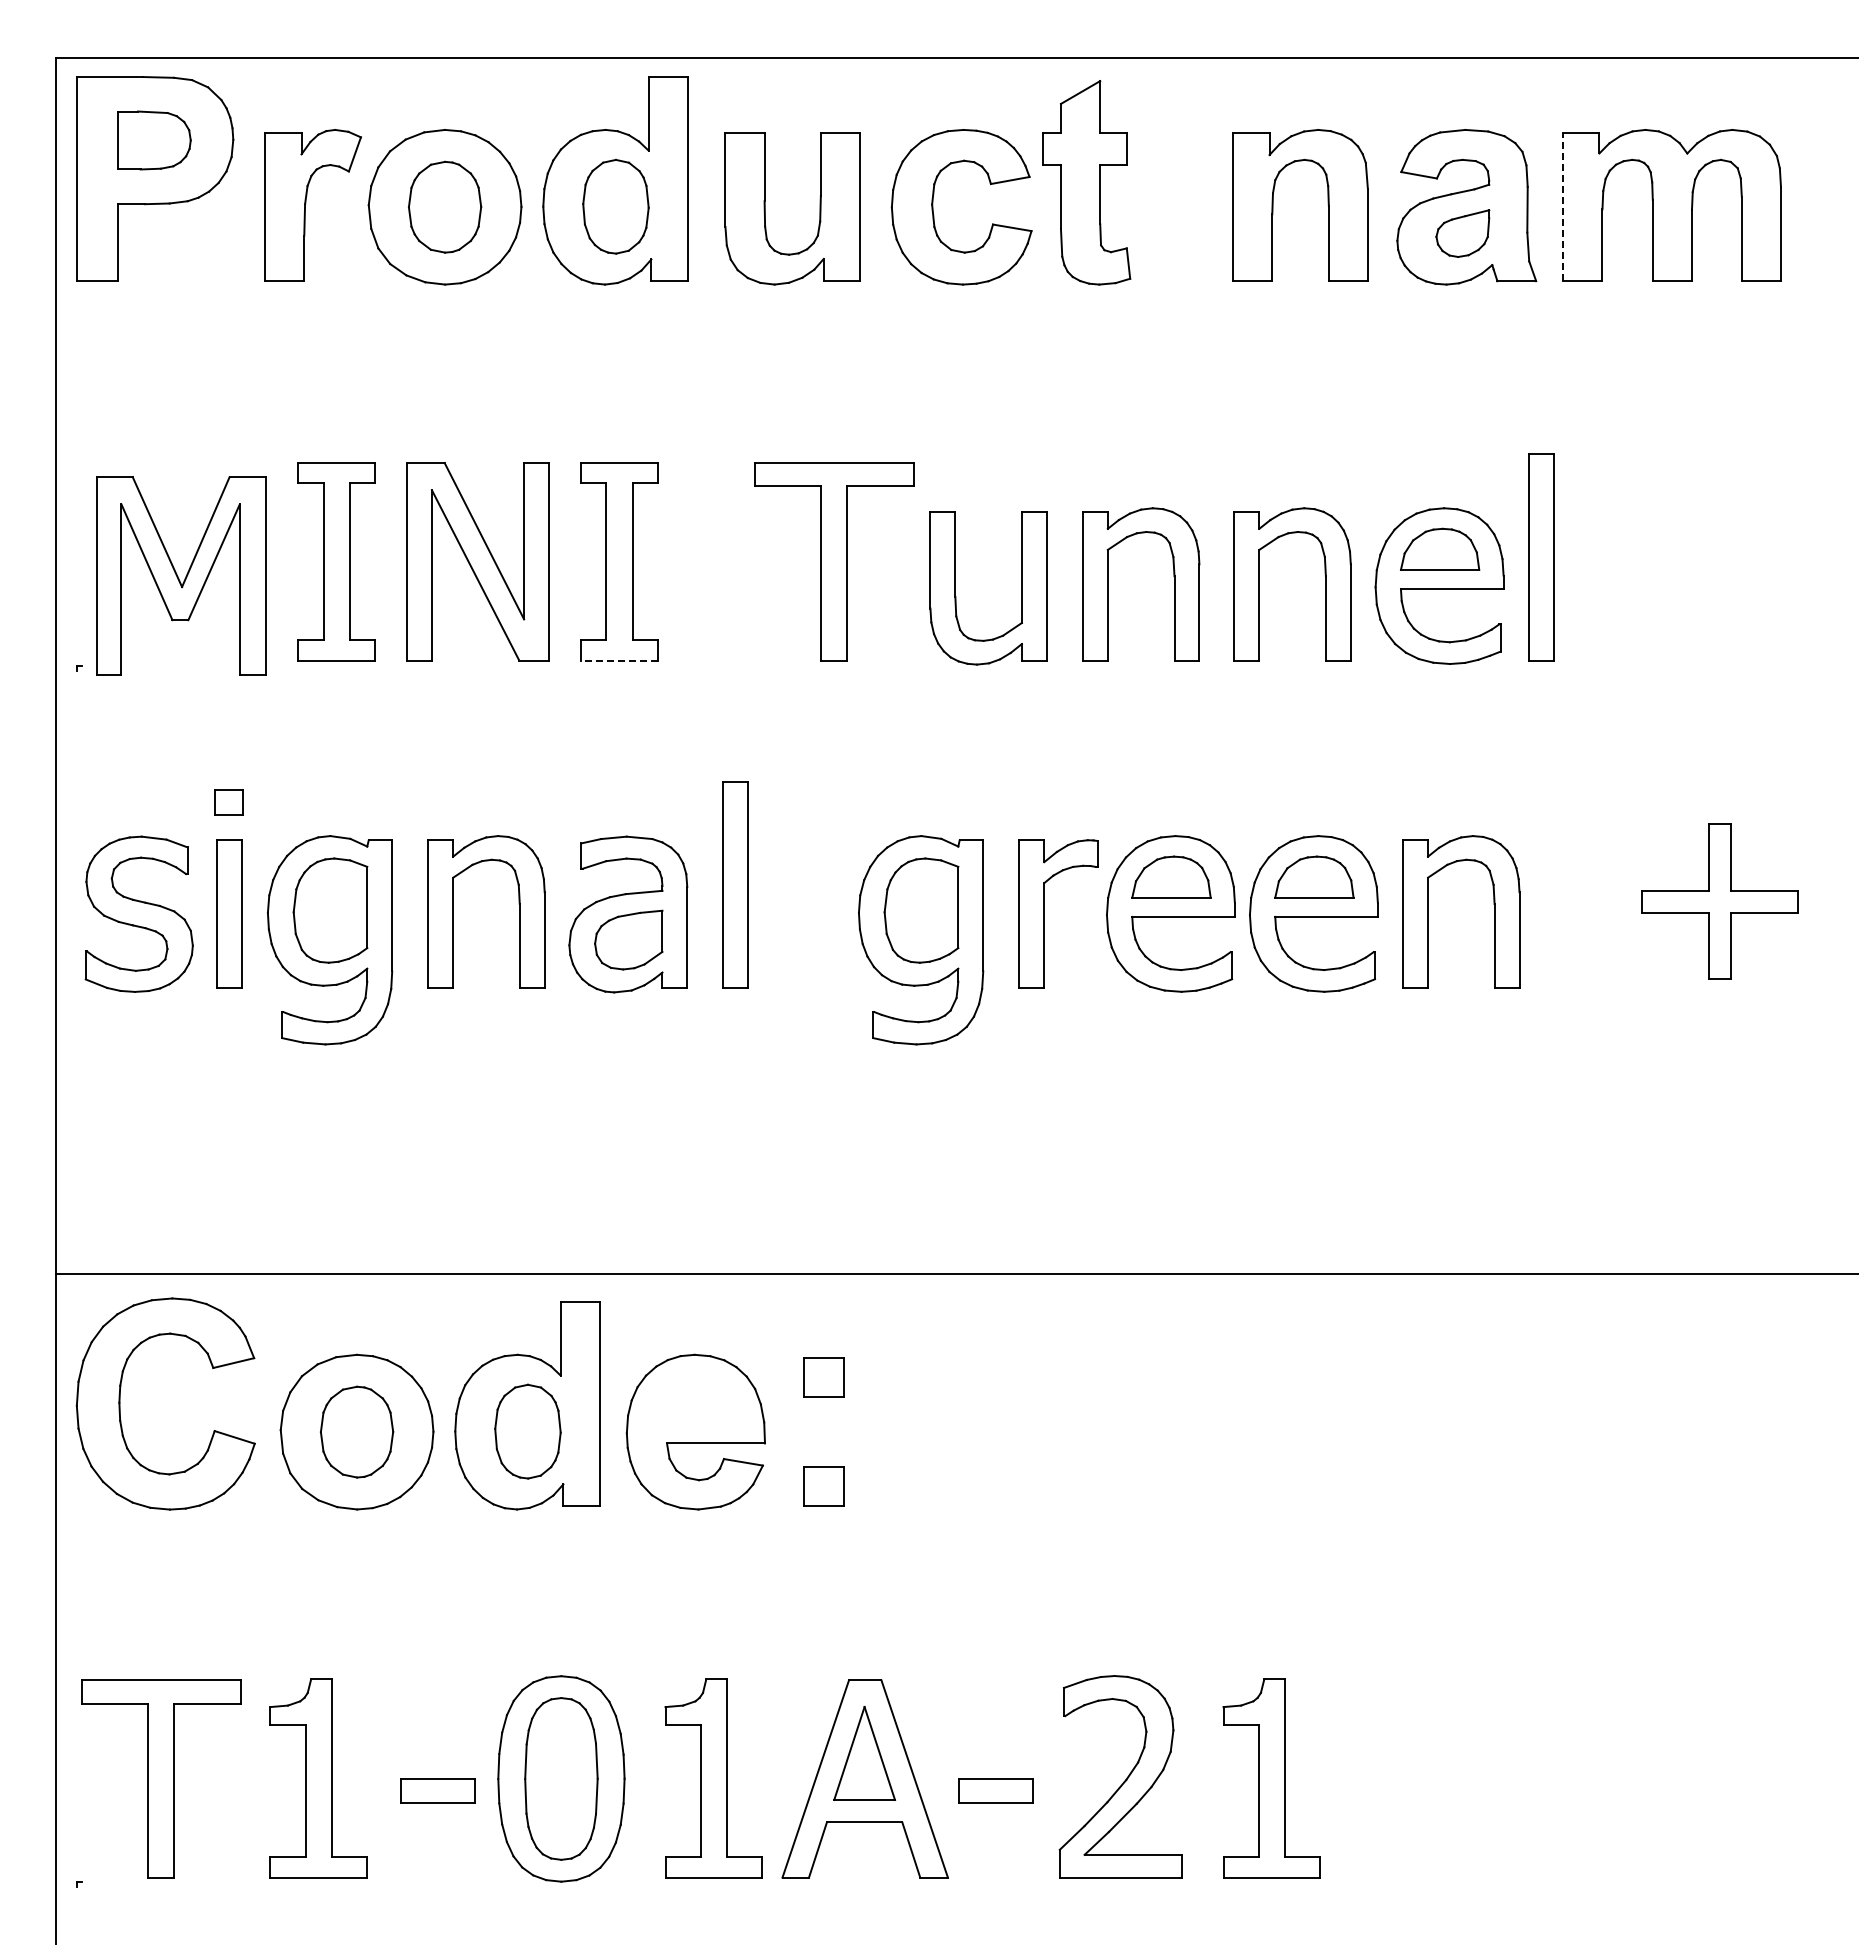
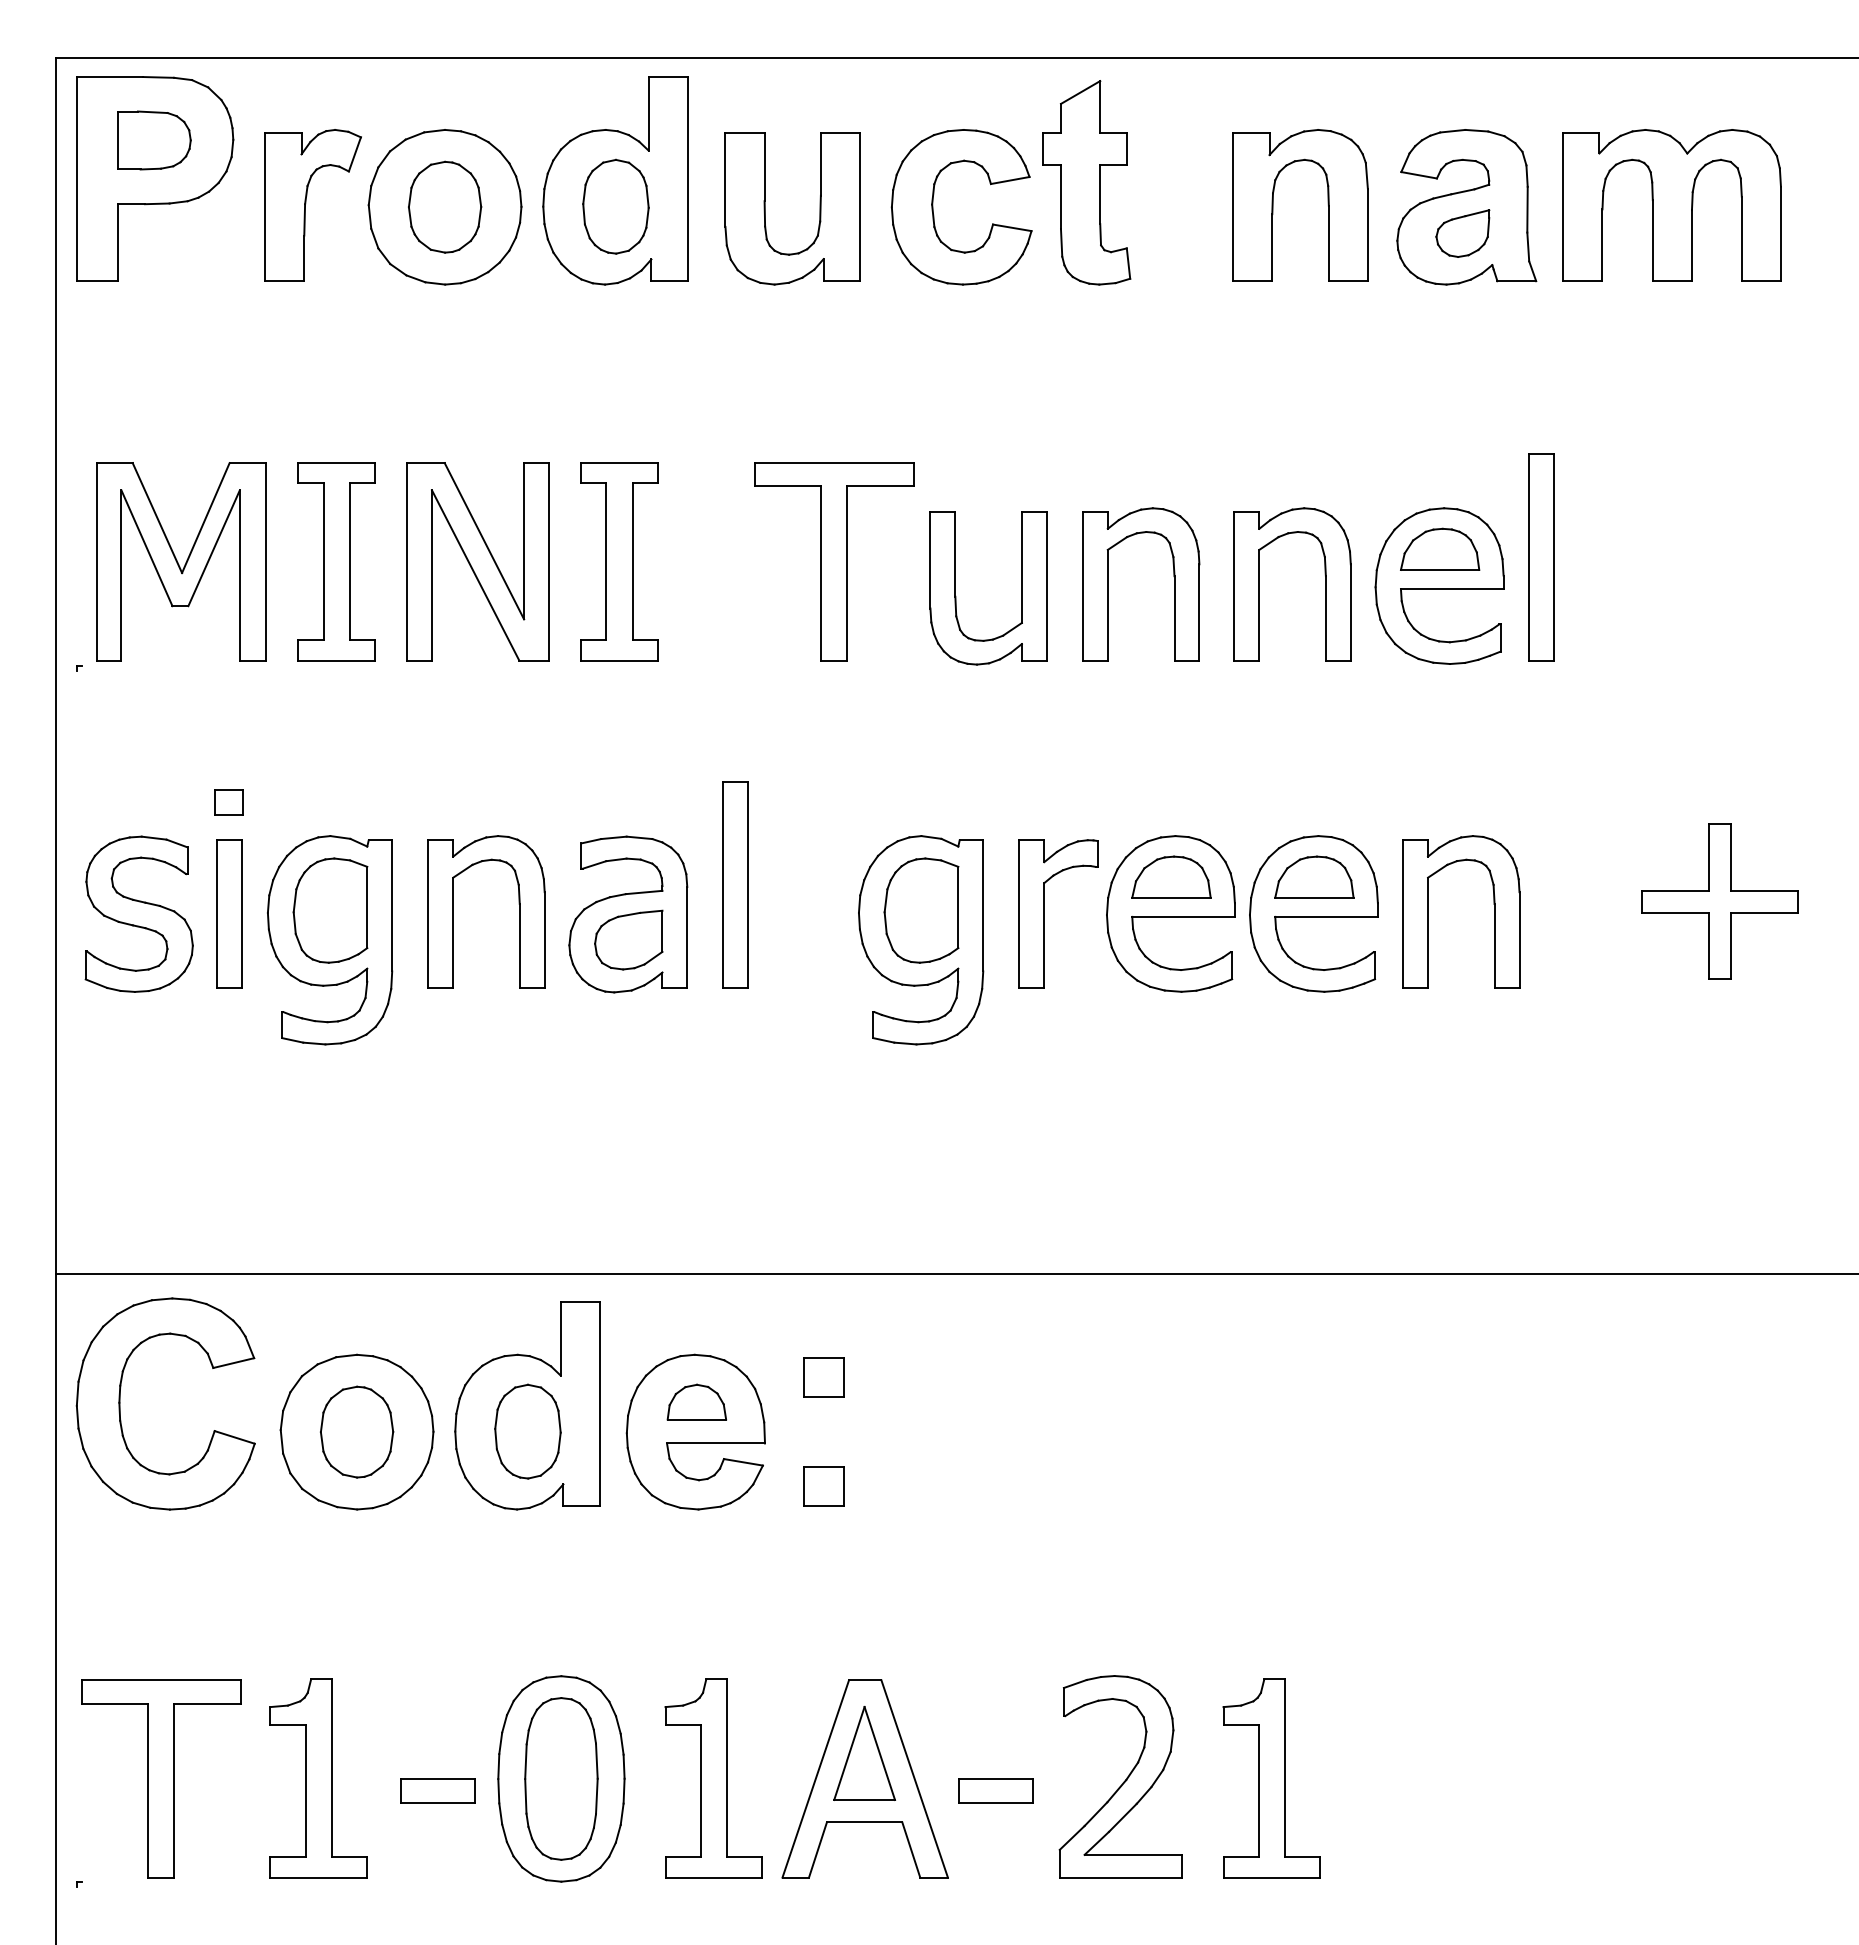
line at (1563, 207): dashed -> solid
part at (181, 575) position: (181, 575) -> (181, 561)
line at (618, 660): dashed -> solid
part at (696, 1401): none -> present
